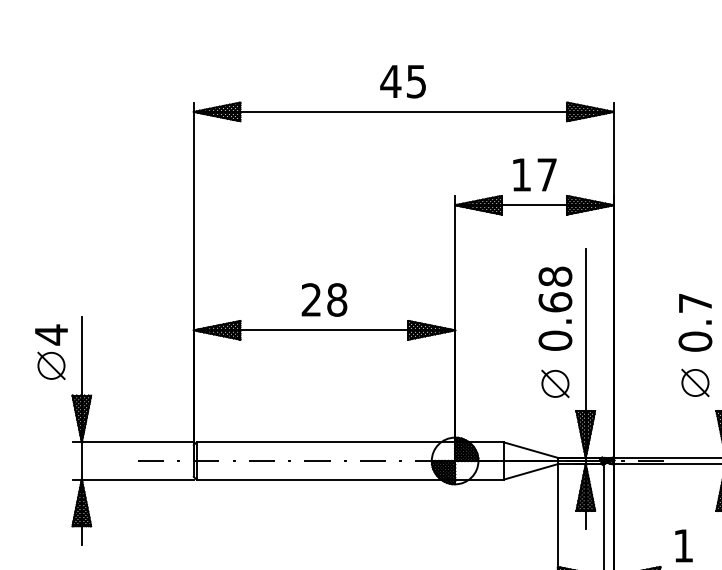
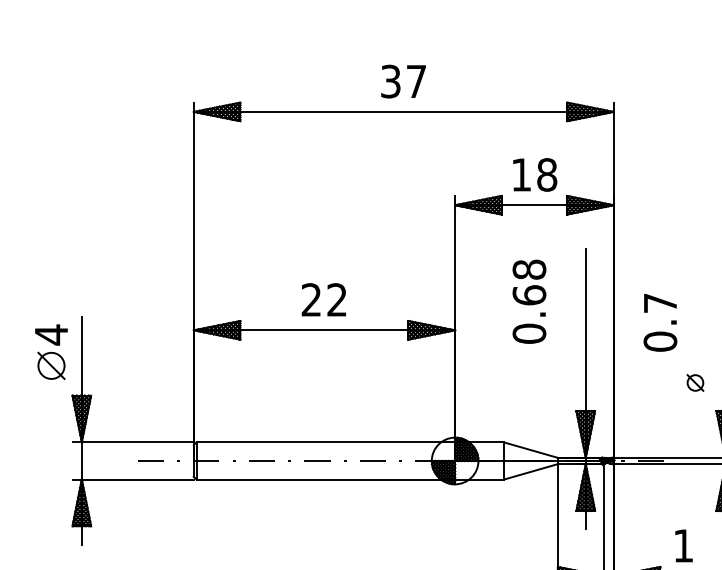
text at (402, 81): 45 -> 37
text at (547, 174): 17 -> 18
text at (337, 299): 28 -> 22
text at (555, 308) position: (555, 308) -> (529, 301)
text at (695, 322) position: (695, 322) -> (660, 322)
part at (695, 382) size: 29x30 px -> 19x18 px
part at (555, 383): present -> none
